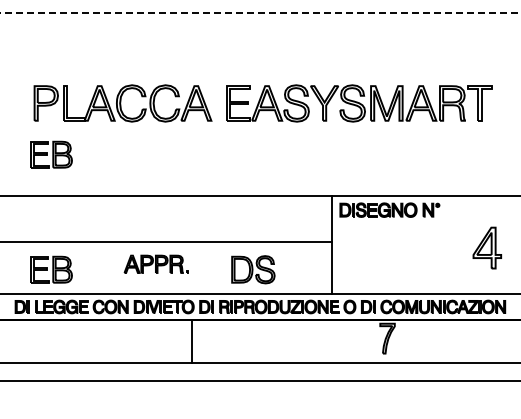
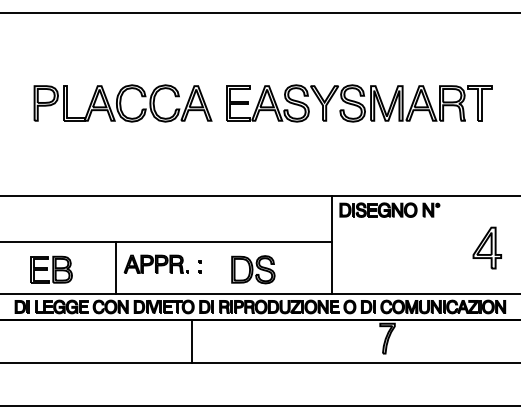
line at (260, 12): dashed -> solid
part at (51, 154): present -> none
part at (199, 266): none -> present
line at (115, 267): none -> present
line at (259, 381) position: (259, 381) -> (259, 406)
